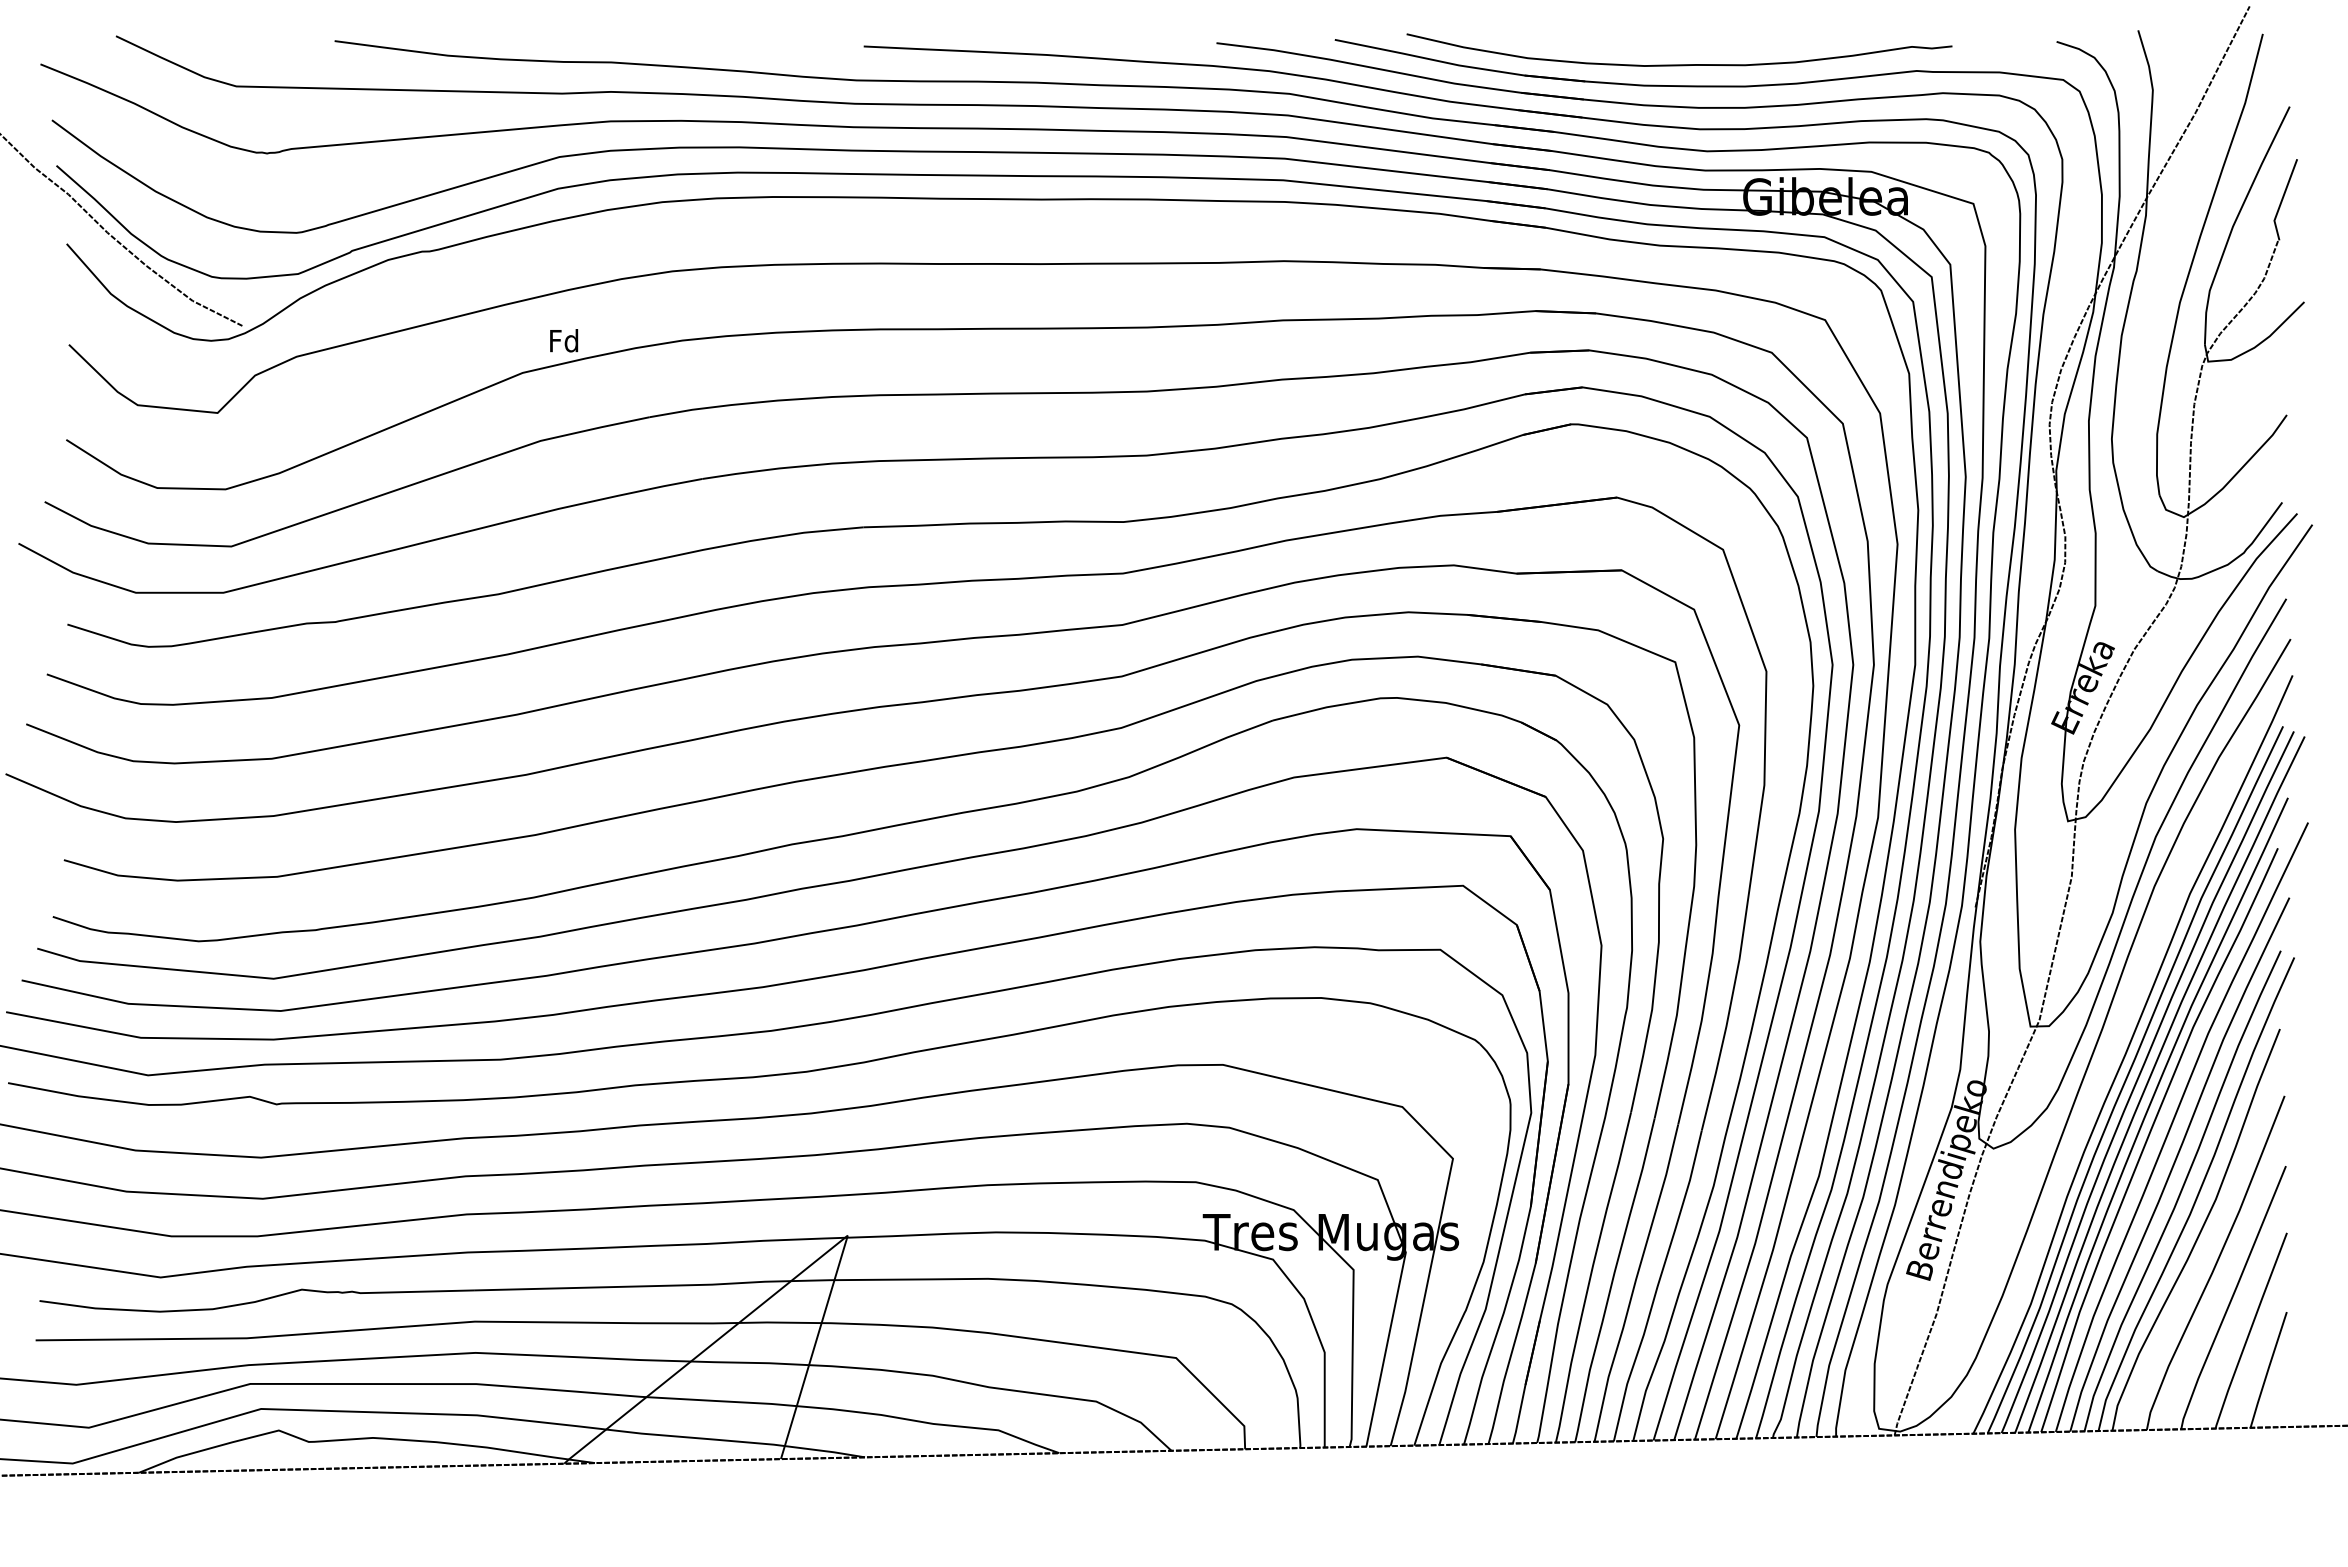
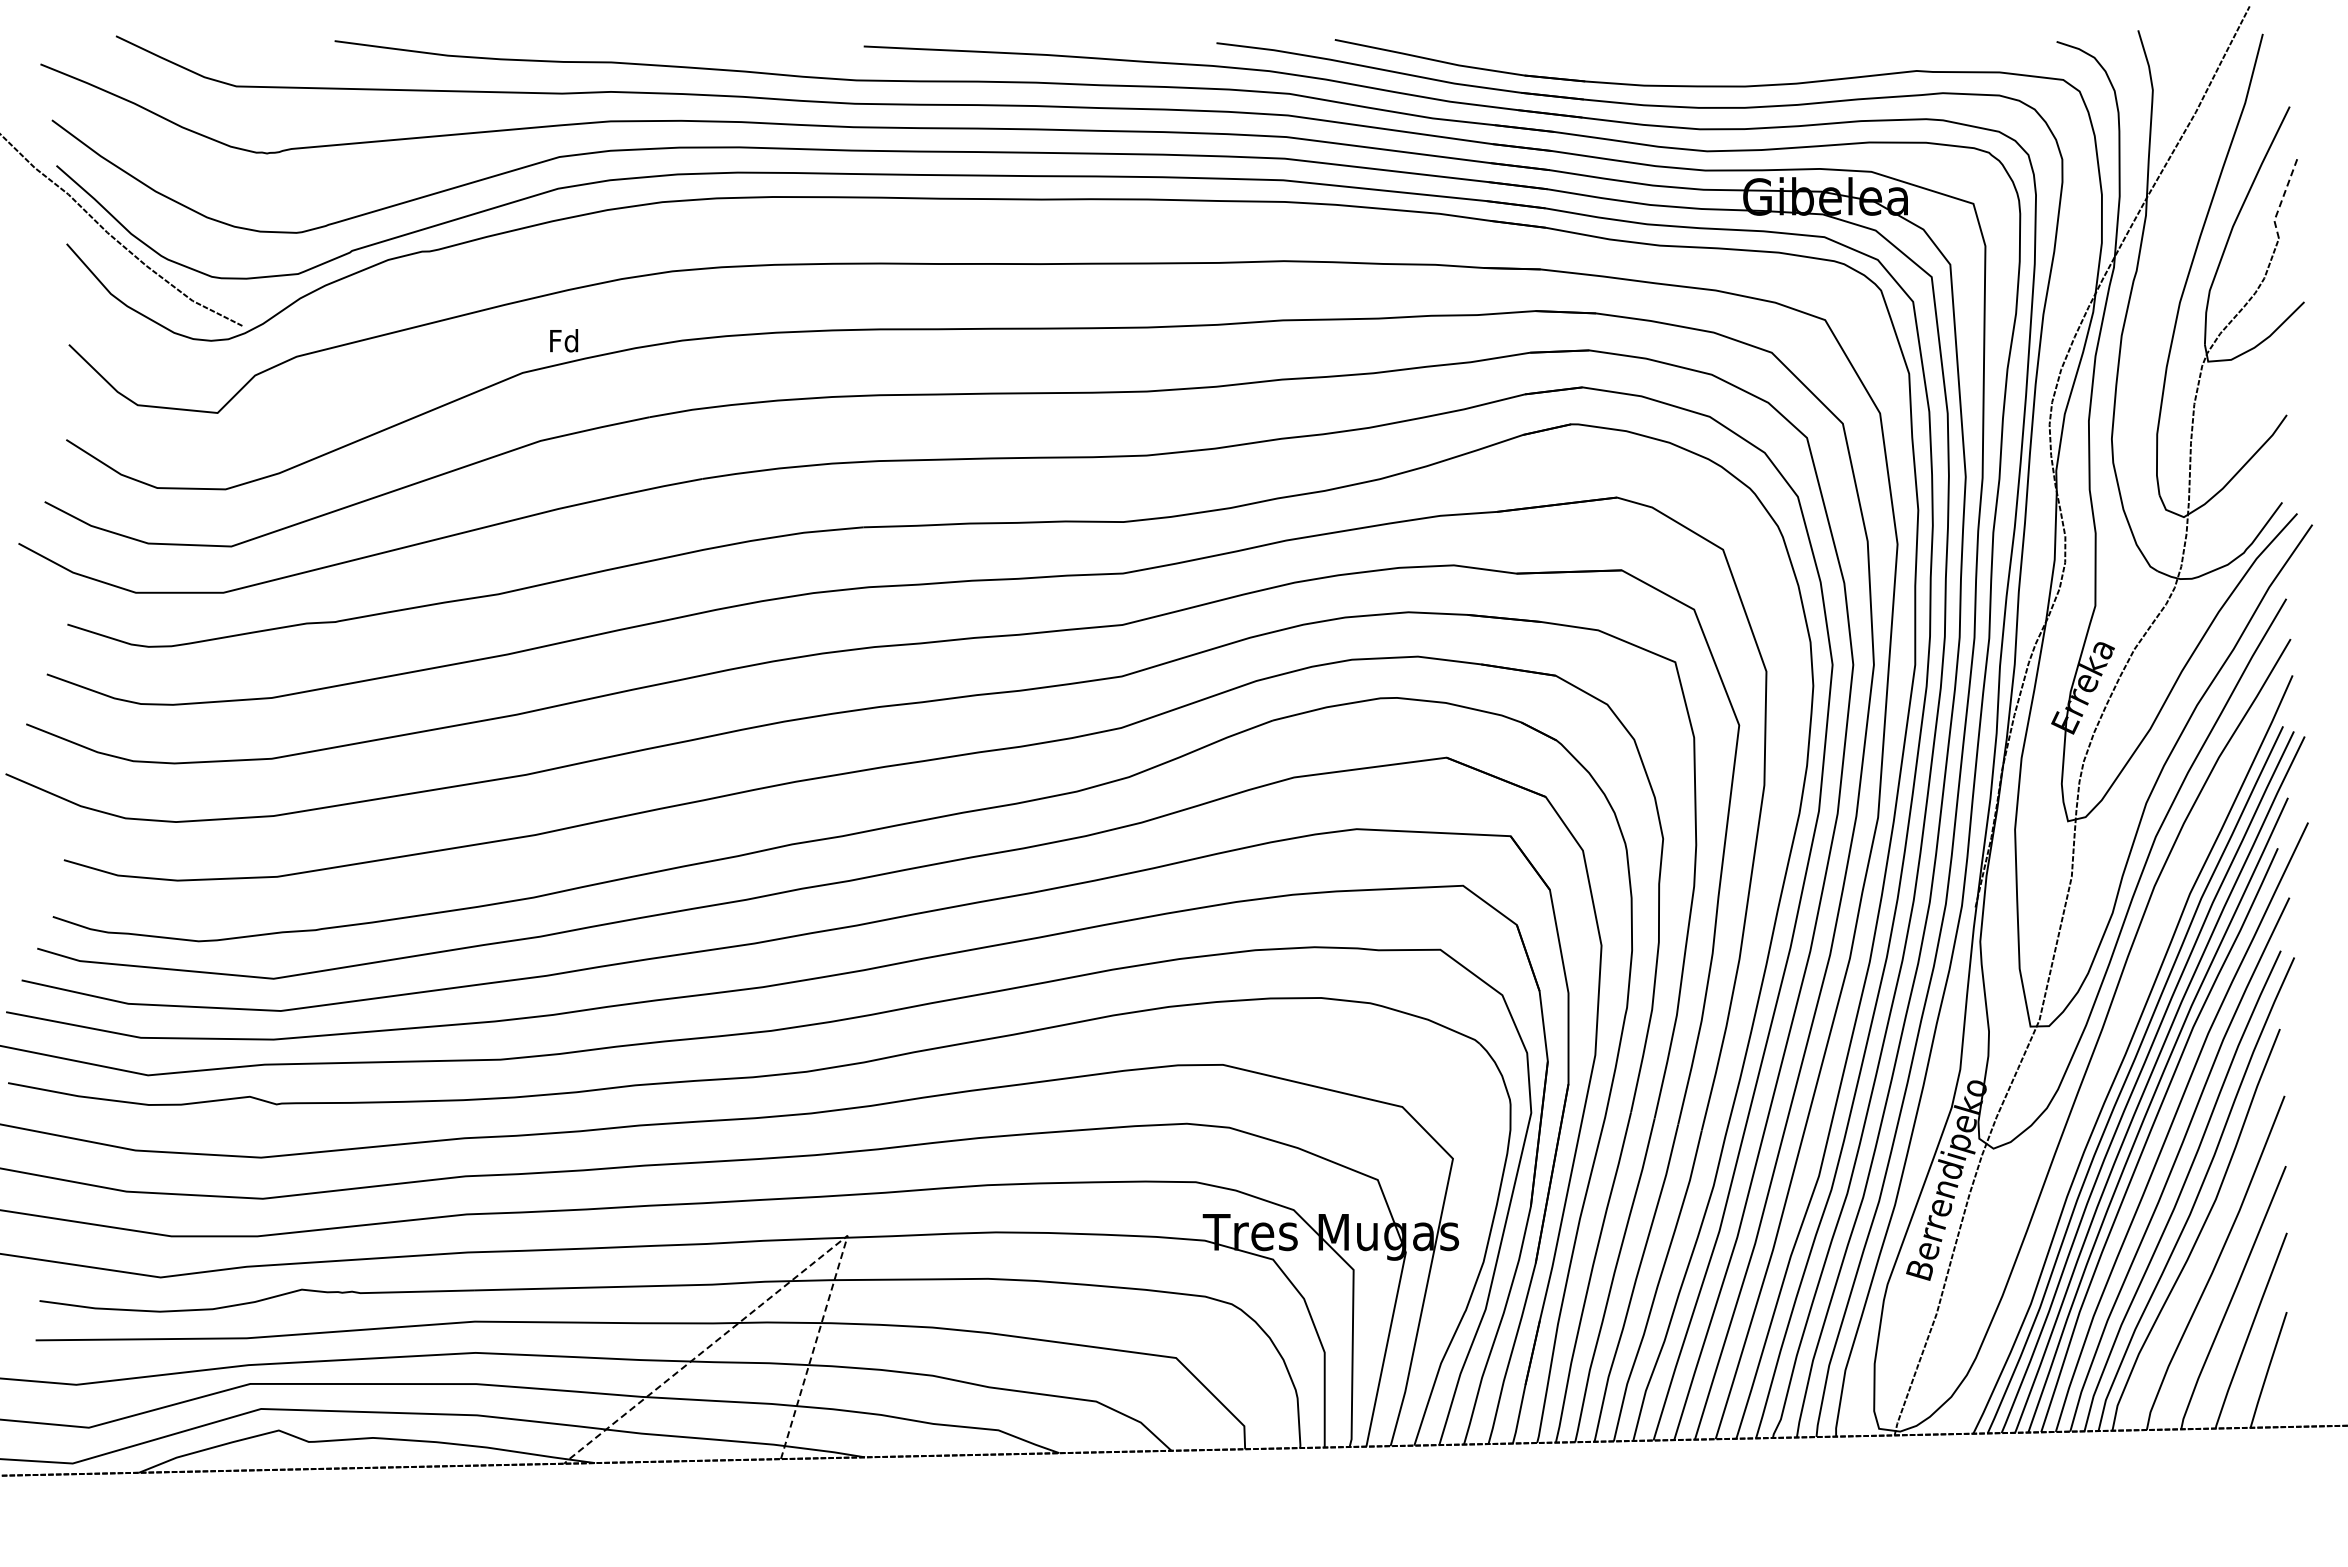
curve at (1679, 64): present -> none
line at (2282, 200): solid -> dashed
line at (796, 1276): solid -> dashed
